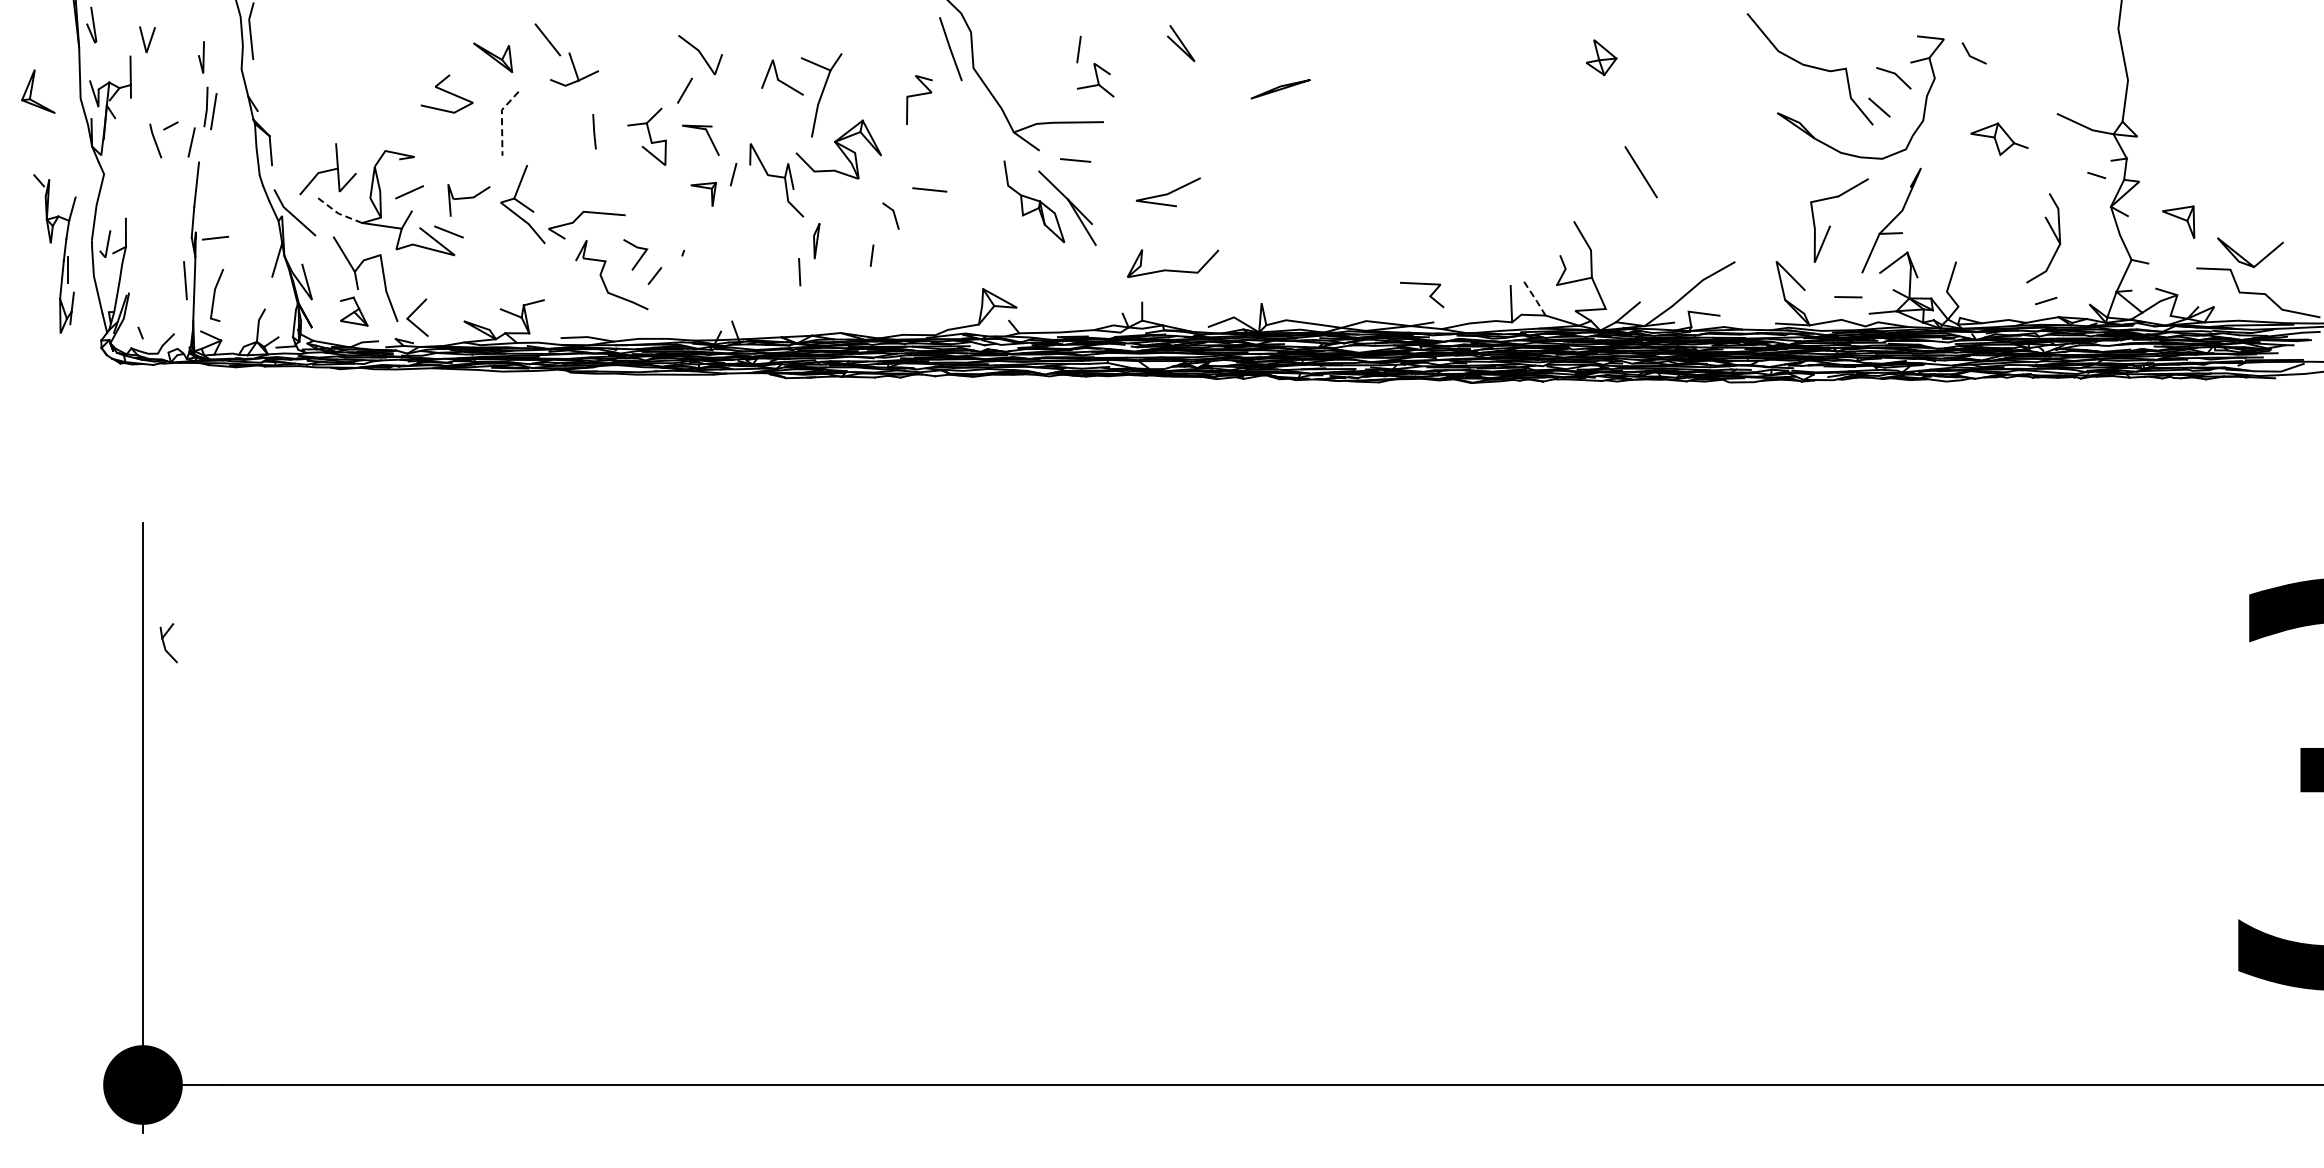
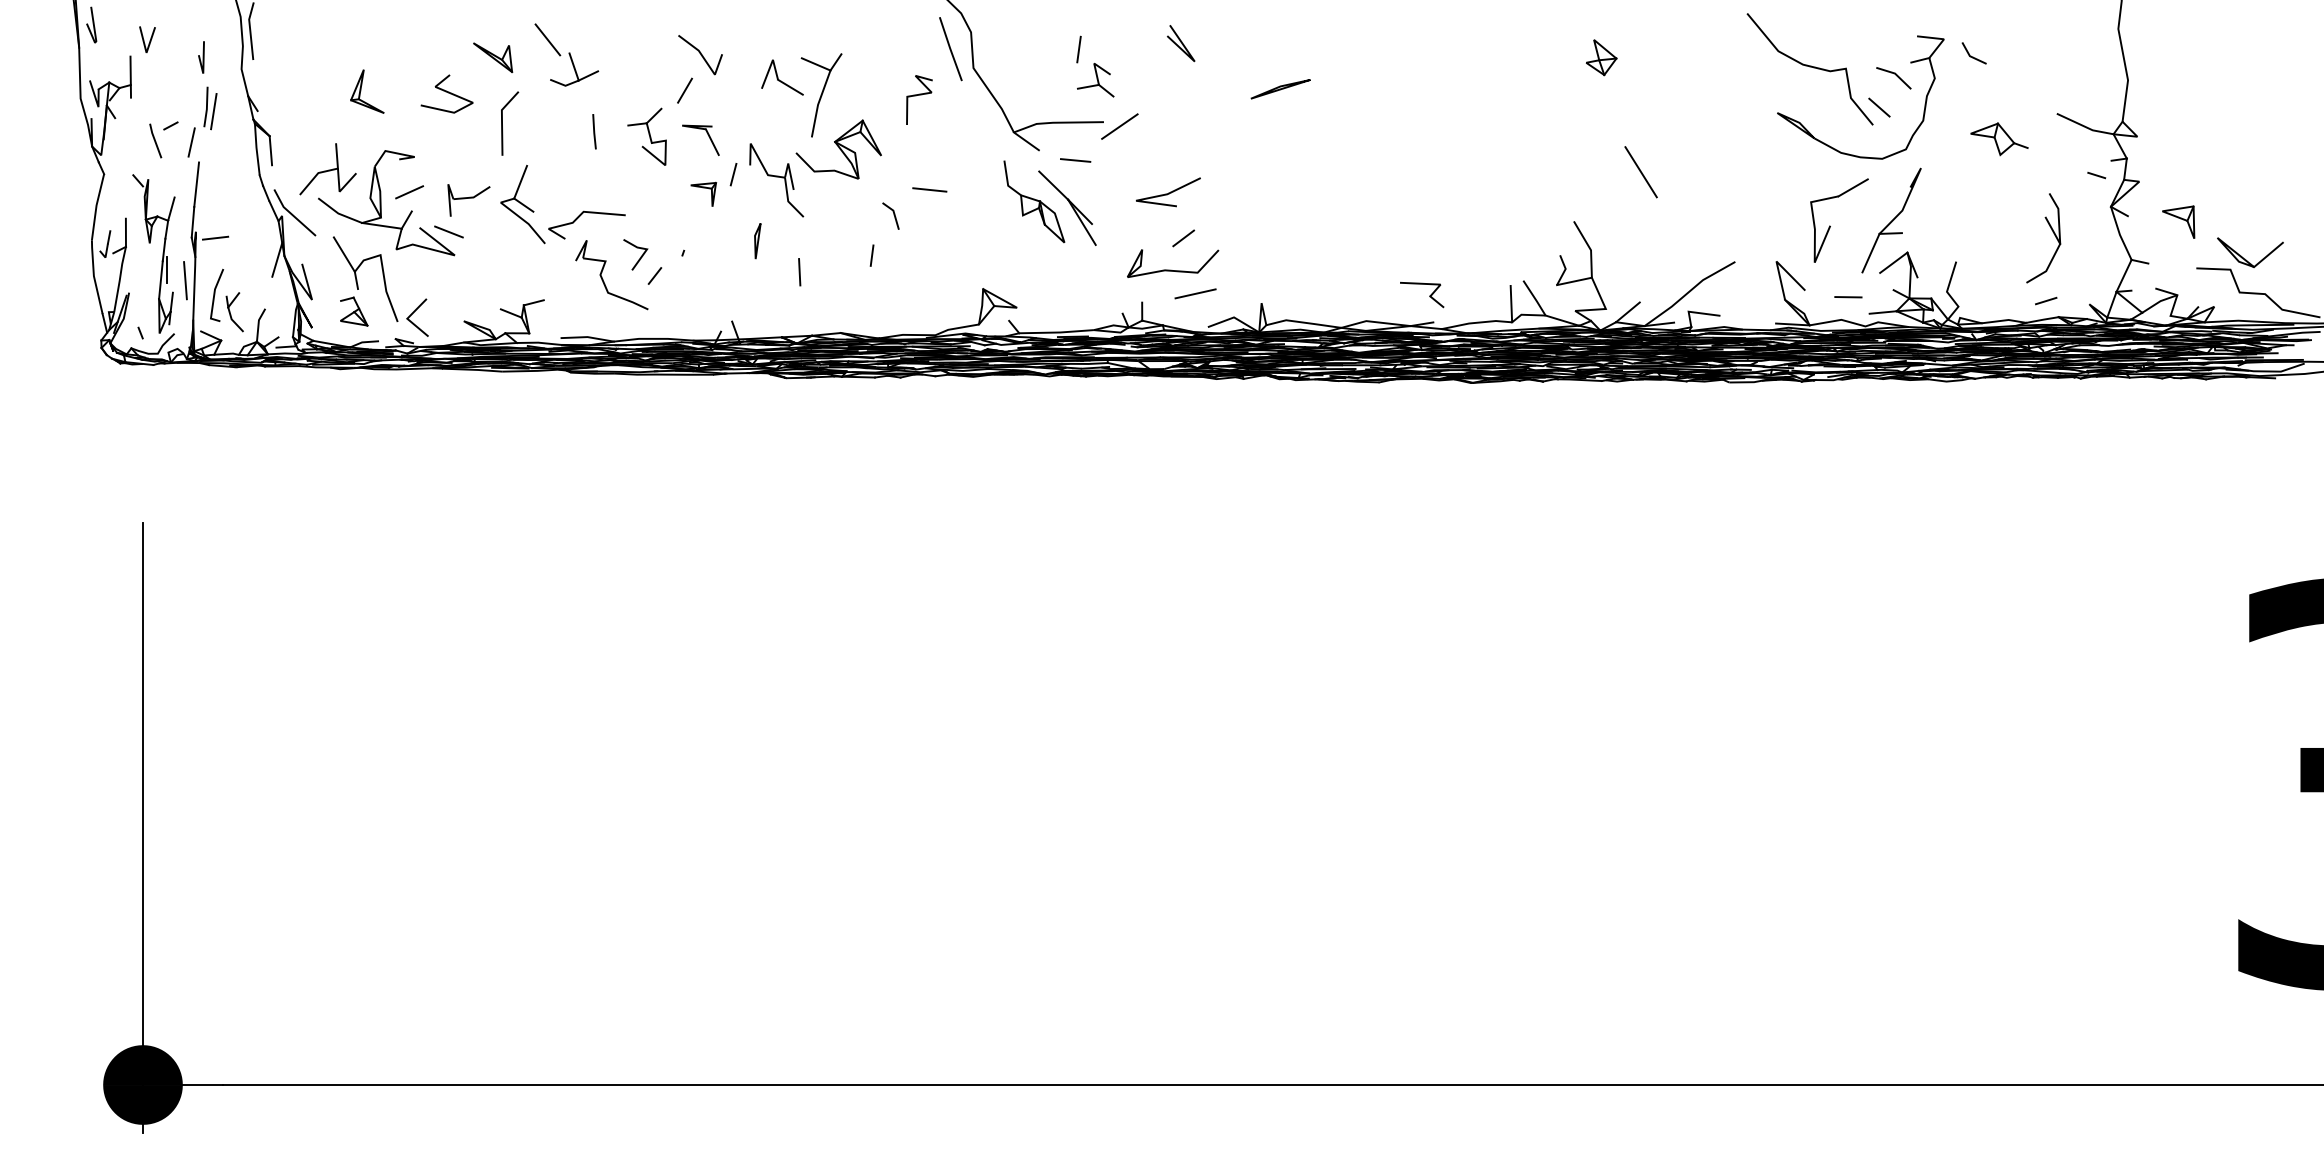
part at (38, 91) position: (38, 91) -> (367, 91)
line at (502, 120): dashed -> solid
line at (1119, 126): none -> present
line at (338, 213): dashed -> solid
line at (1183, 238): none -> present
part at (816, 241) position: (816, 241) -> (757, 241)
part at (63, 253) position: (63, 253) -> (162, 253)
line at (1195, 293): none -> present
line at (1534, 298): dashed -> solid
part at (168, 643) position: (168, 643) -> (234, 312)
